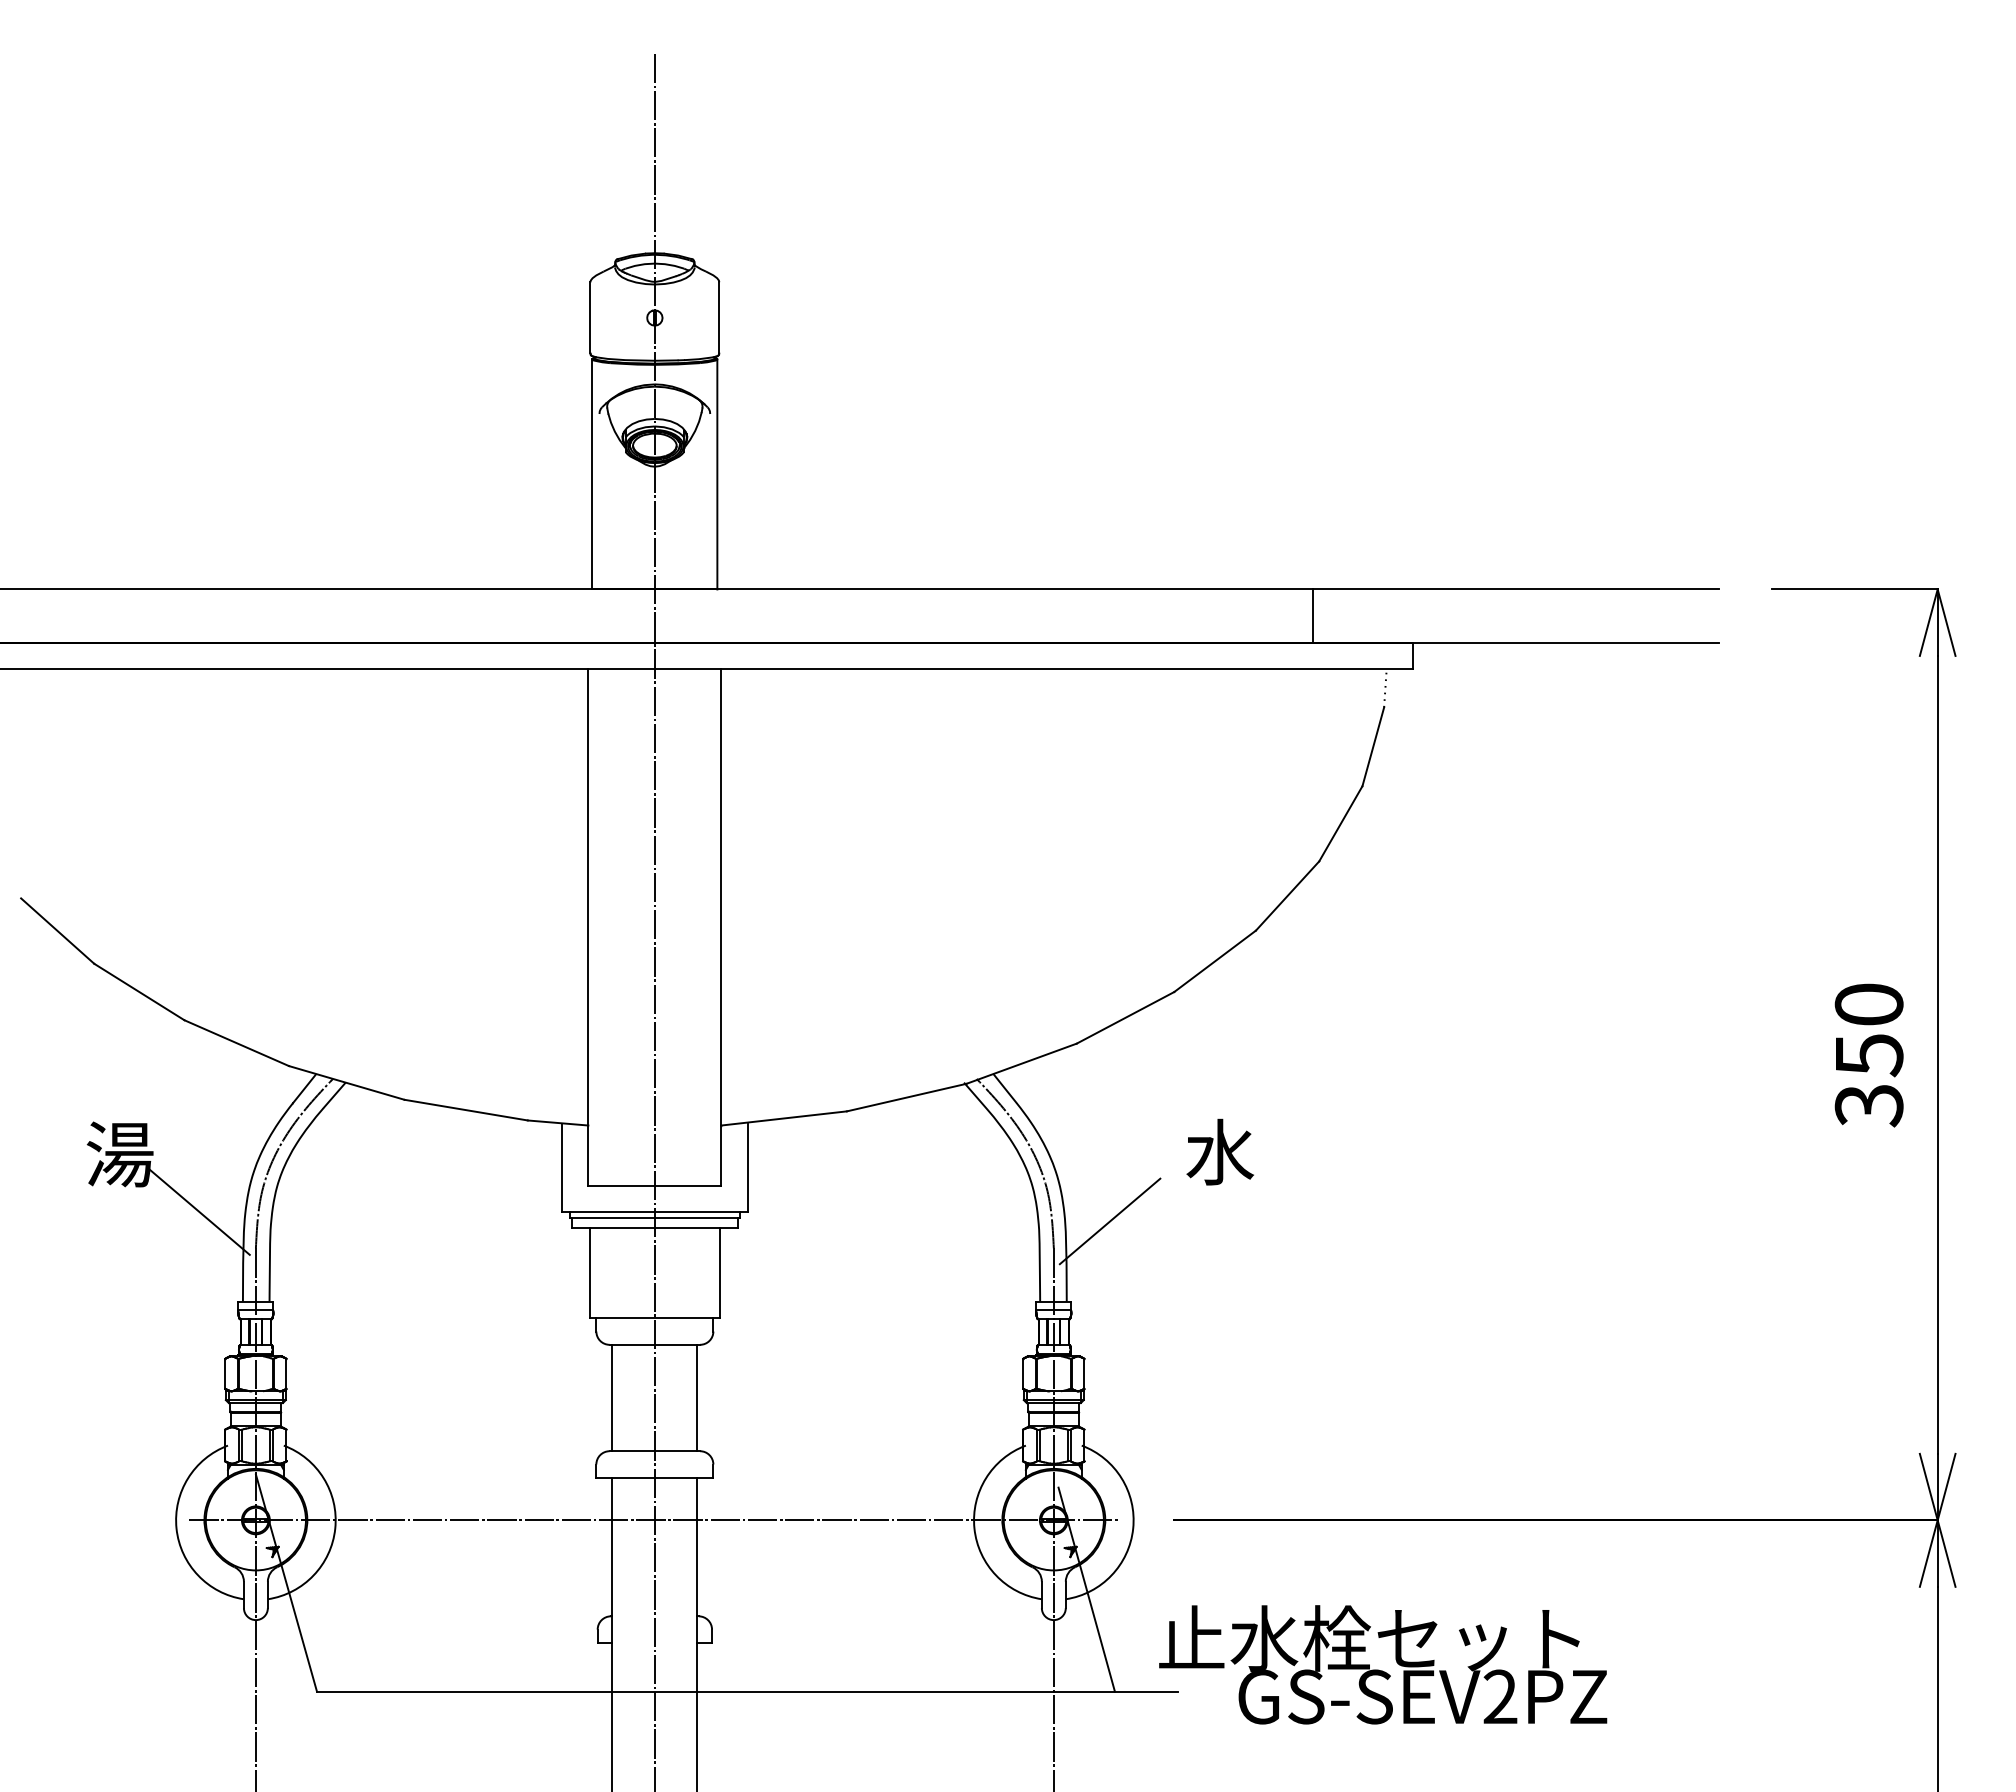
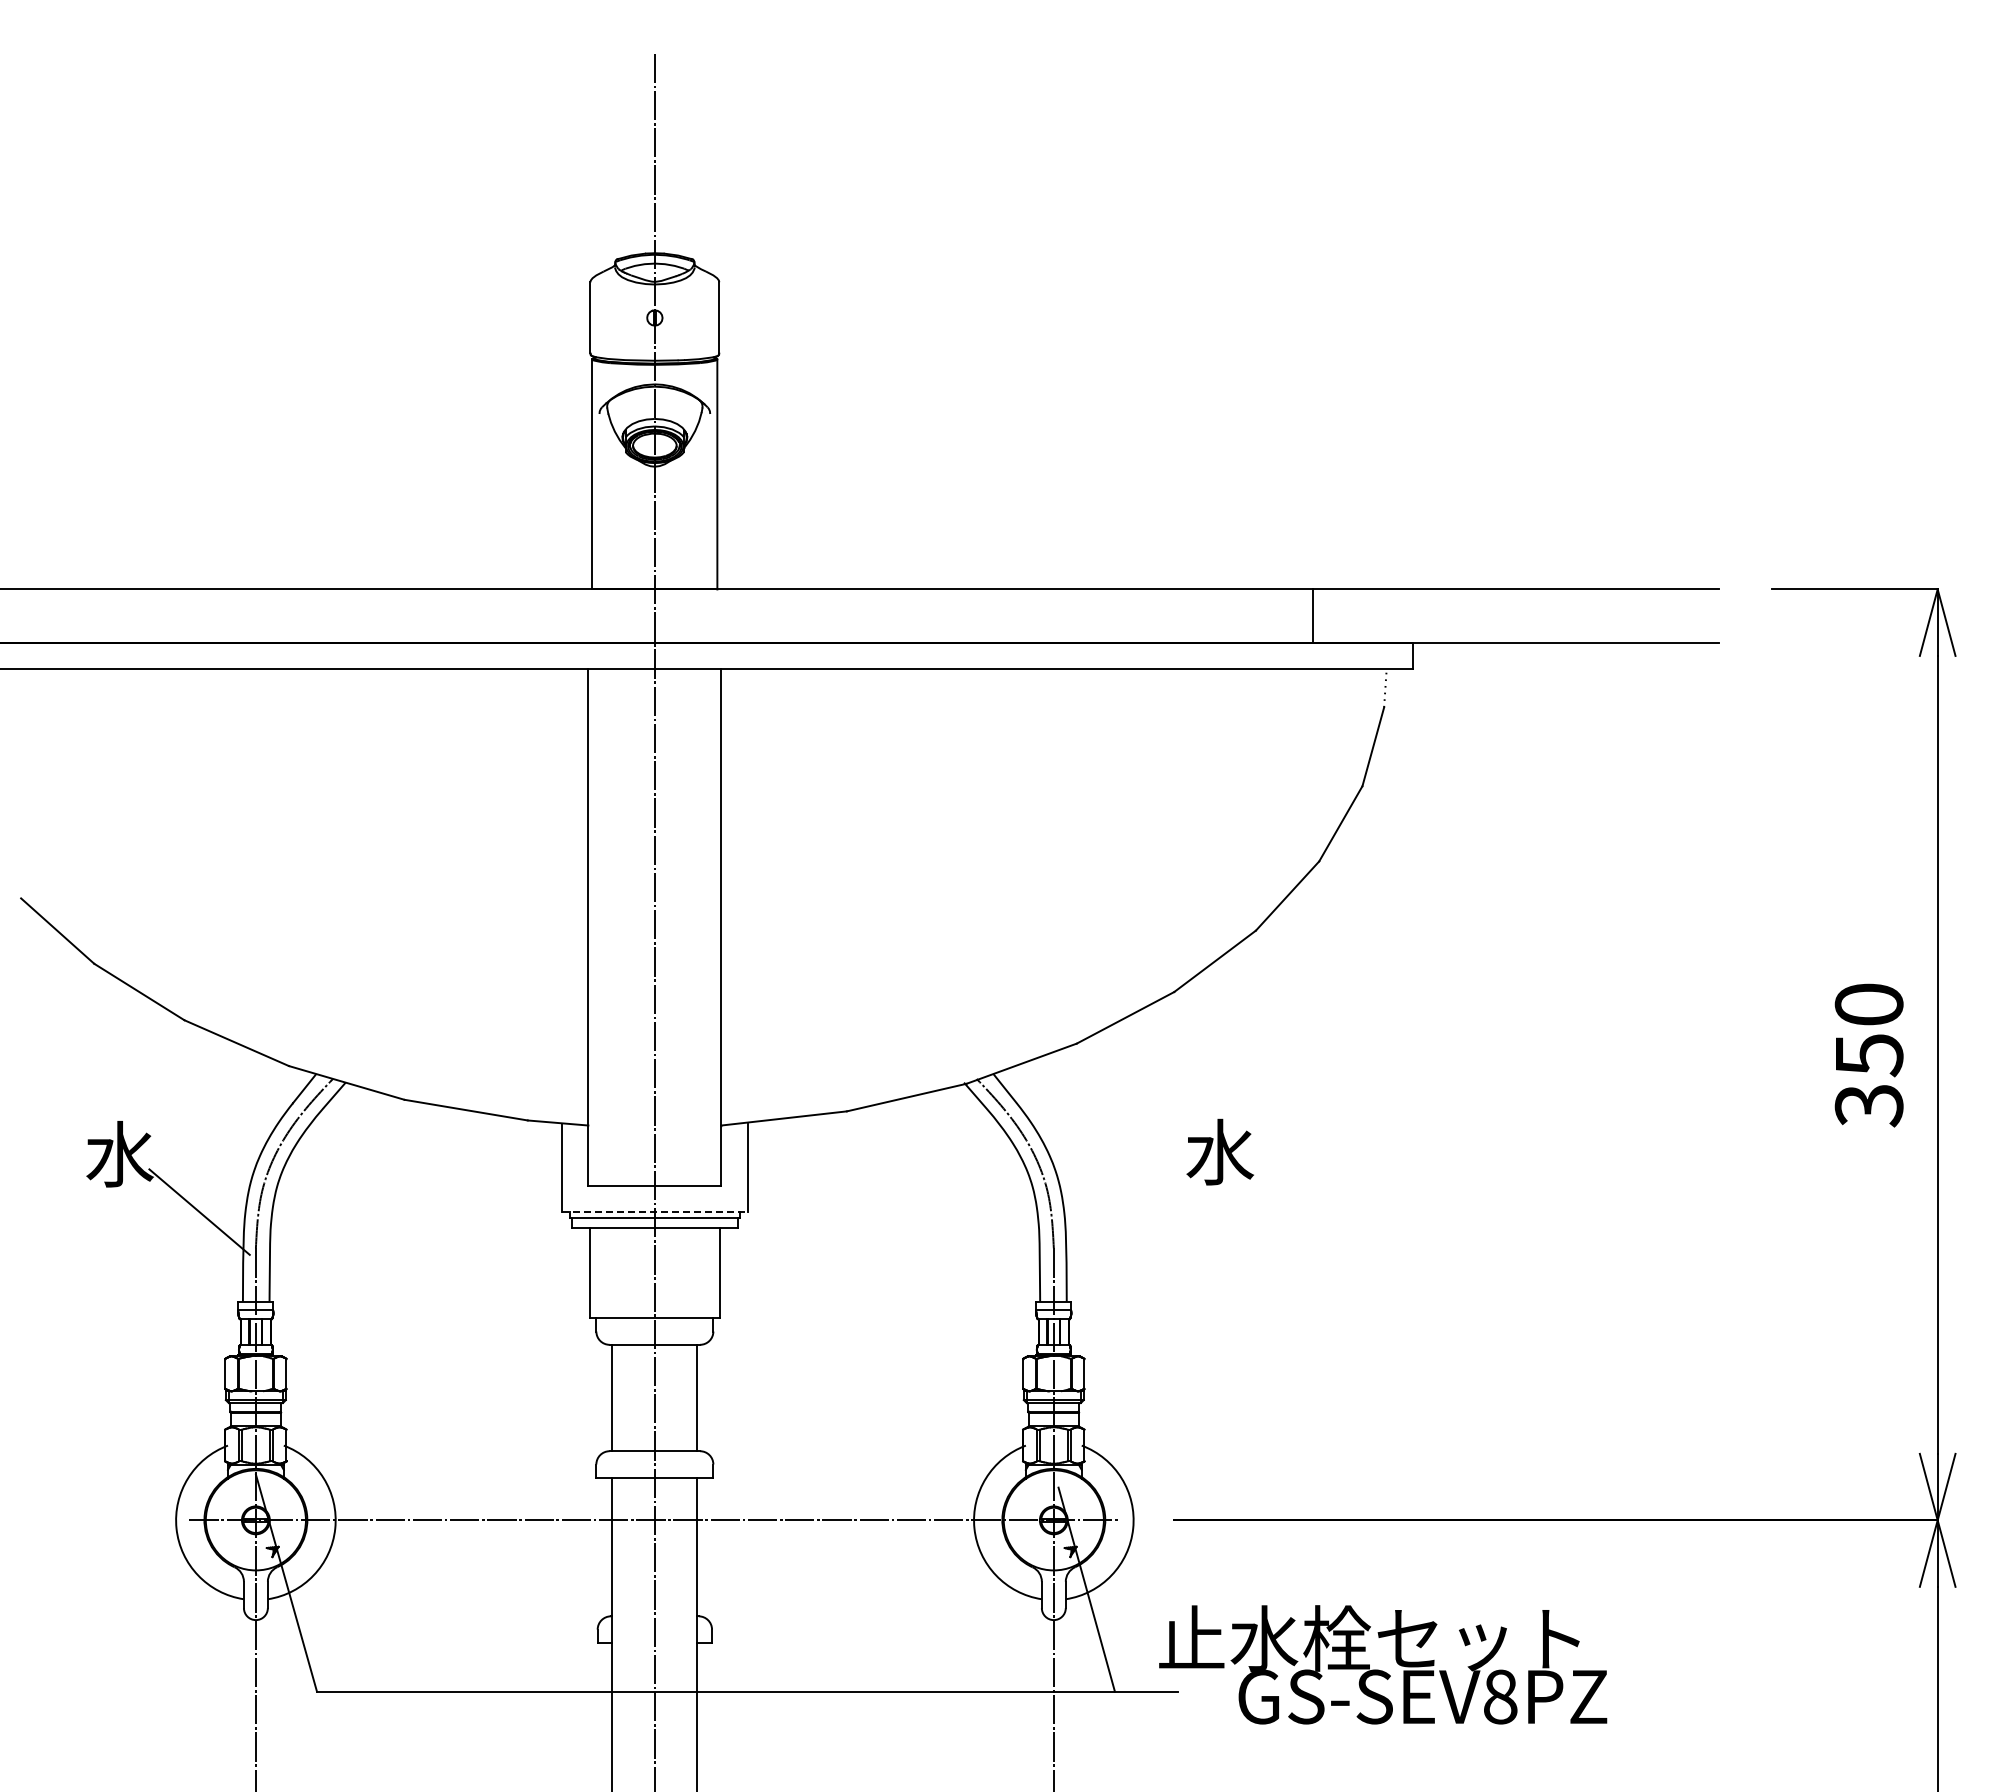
text at (119, 1154): 湯 -> 水
line at (655, 1211): solid -> dashed
line at (1109, 1221): present -> none
text at (1500, 1696): GS-SEV2PZ -> GS-SEV8PZ
